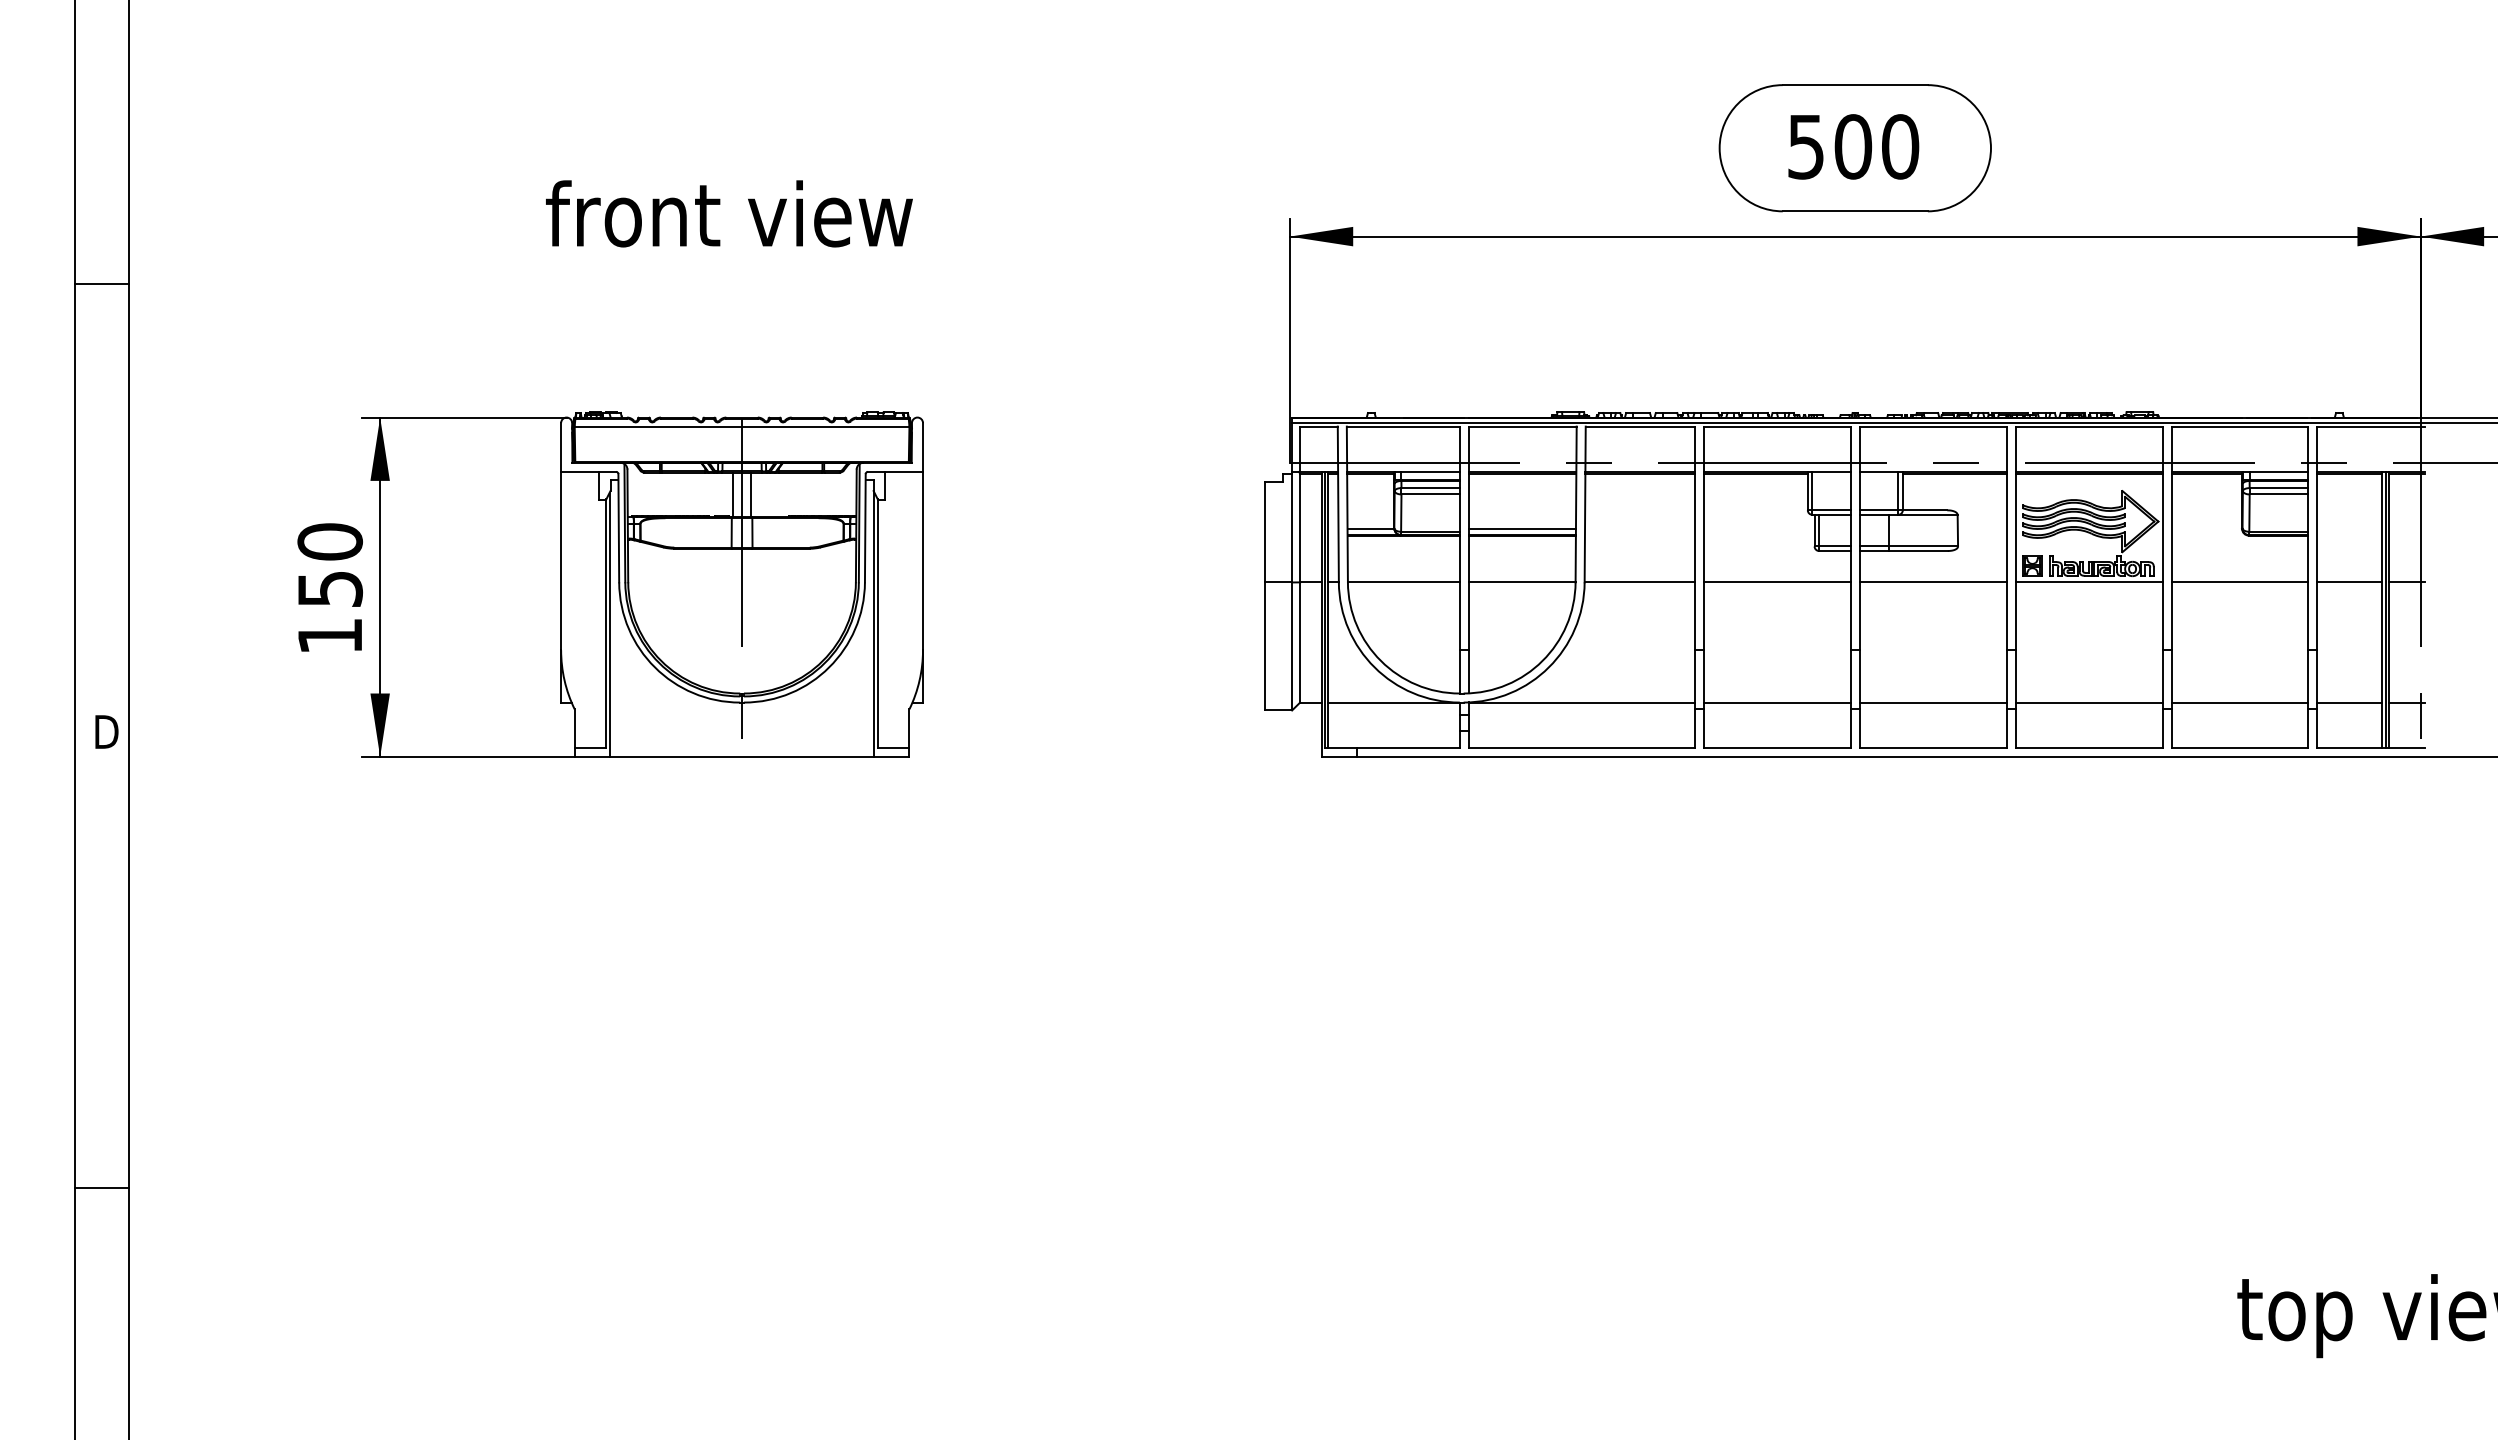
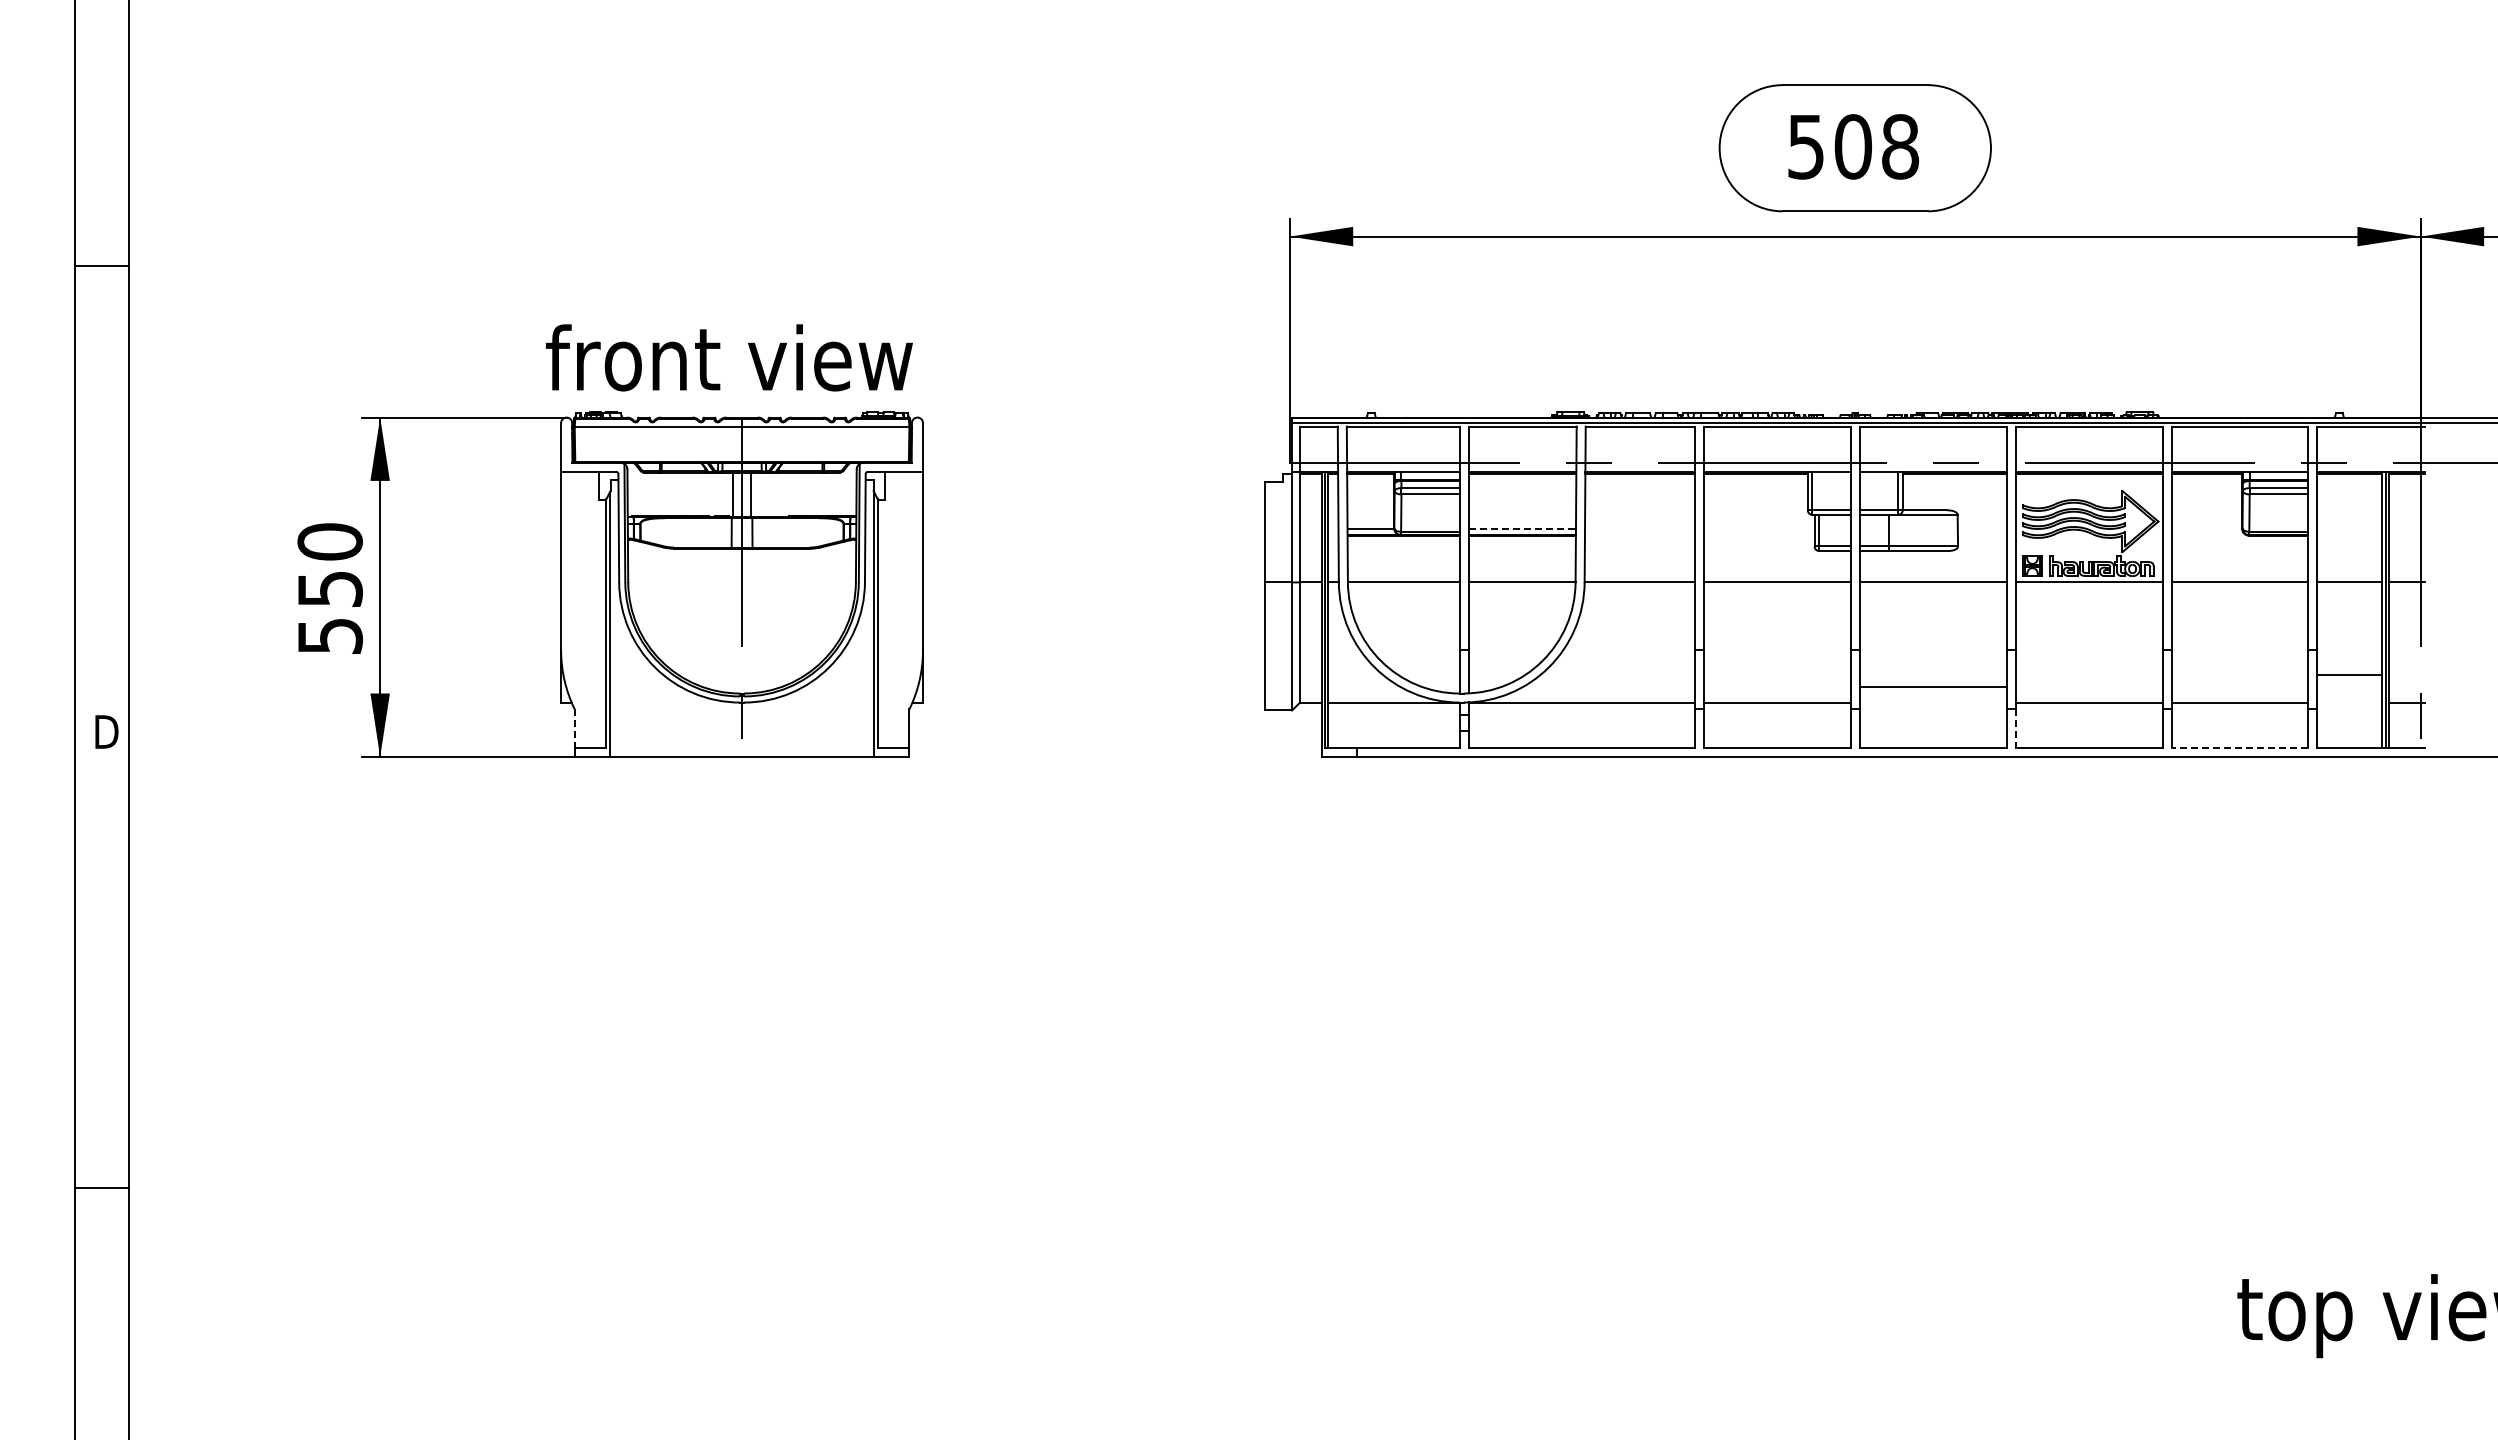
text at (1900, 146): 500 -> 508
text at (729, 213) position: (729, 213) -> (729, 357)
line at (101, 283) position: (101, 283) -> (101, 265)
line at (1522, 528): solid -> dashed
text at (330, 636): 150 -> 550
line at (1932, 702) position: (1932, 702) -> (1932, 686)
line at (2349, 702) position: (2349, 702) -> (2349, 674)
line at (574, 729): solid -> dashed
line at (2015, 729): solid -> dashed
line at (2239, 747): solid -> dashed
